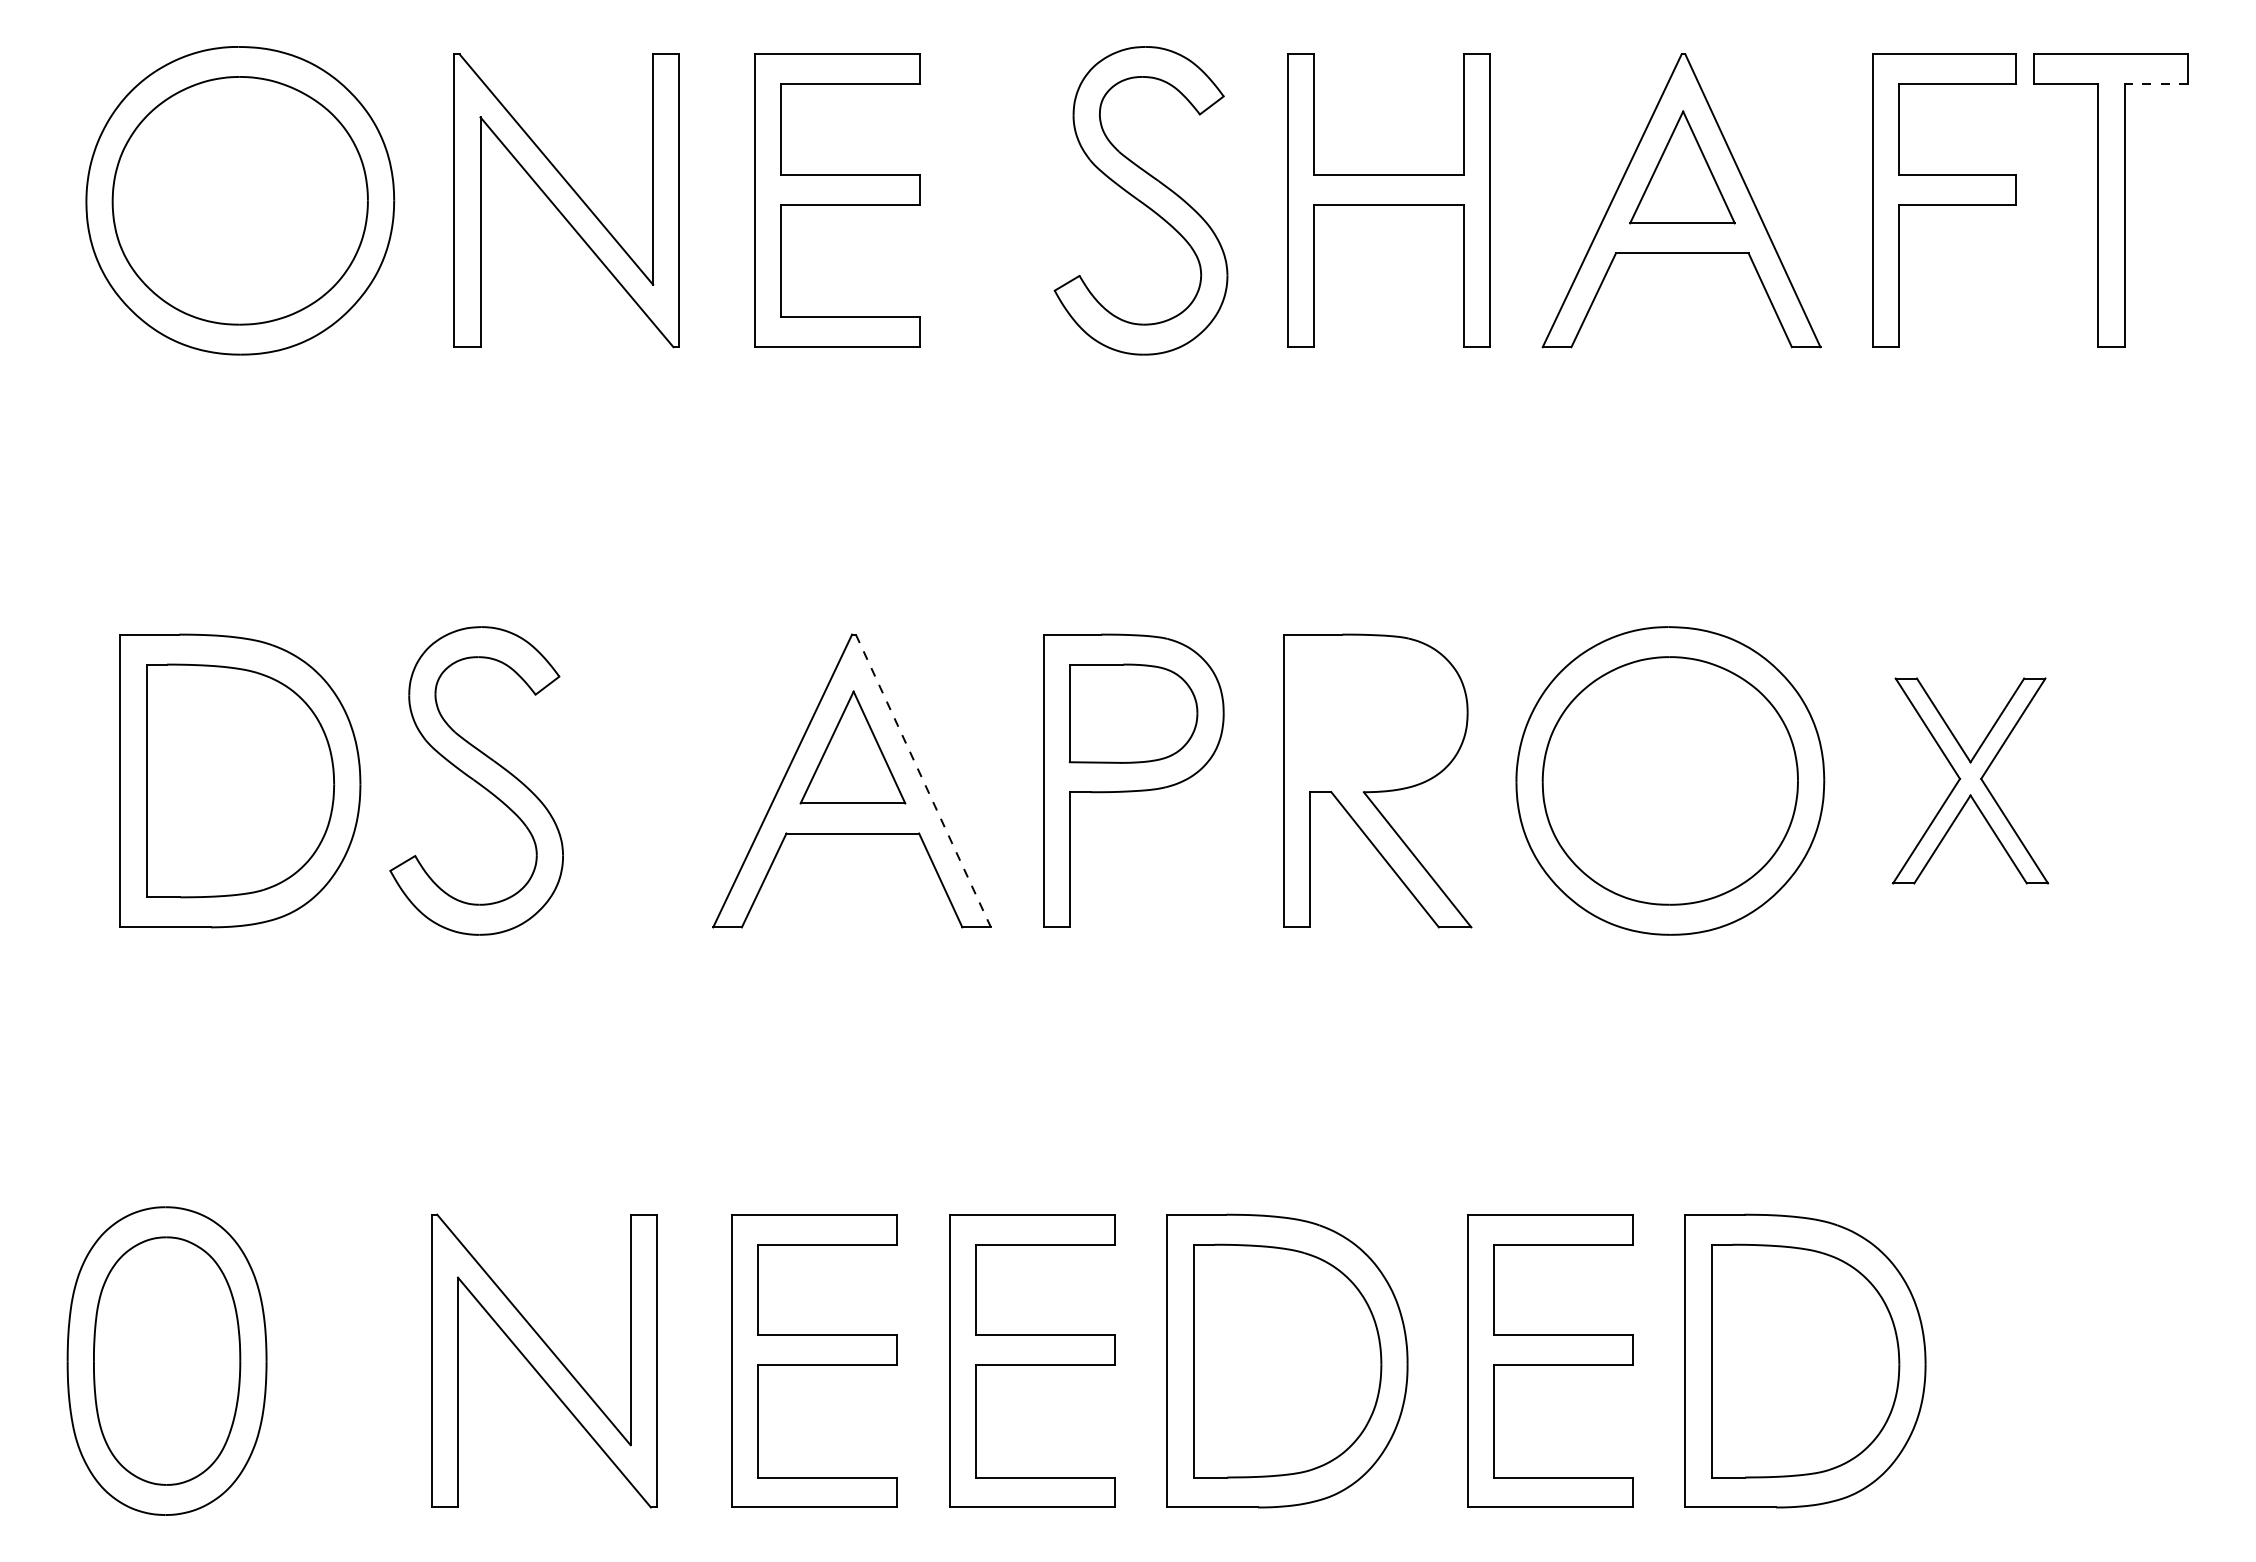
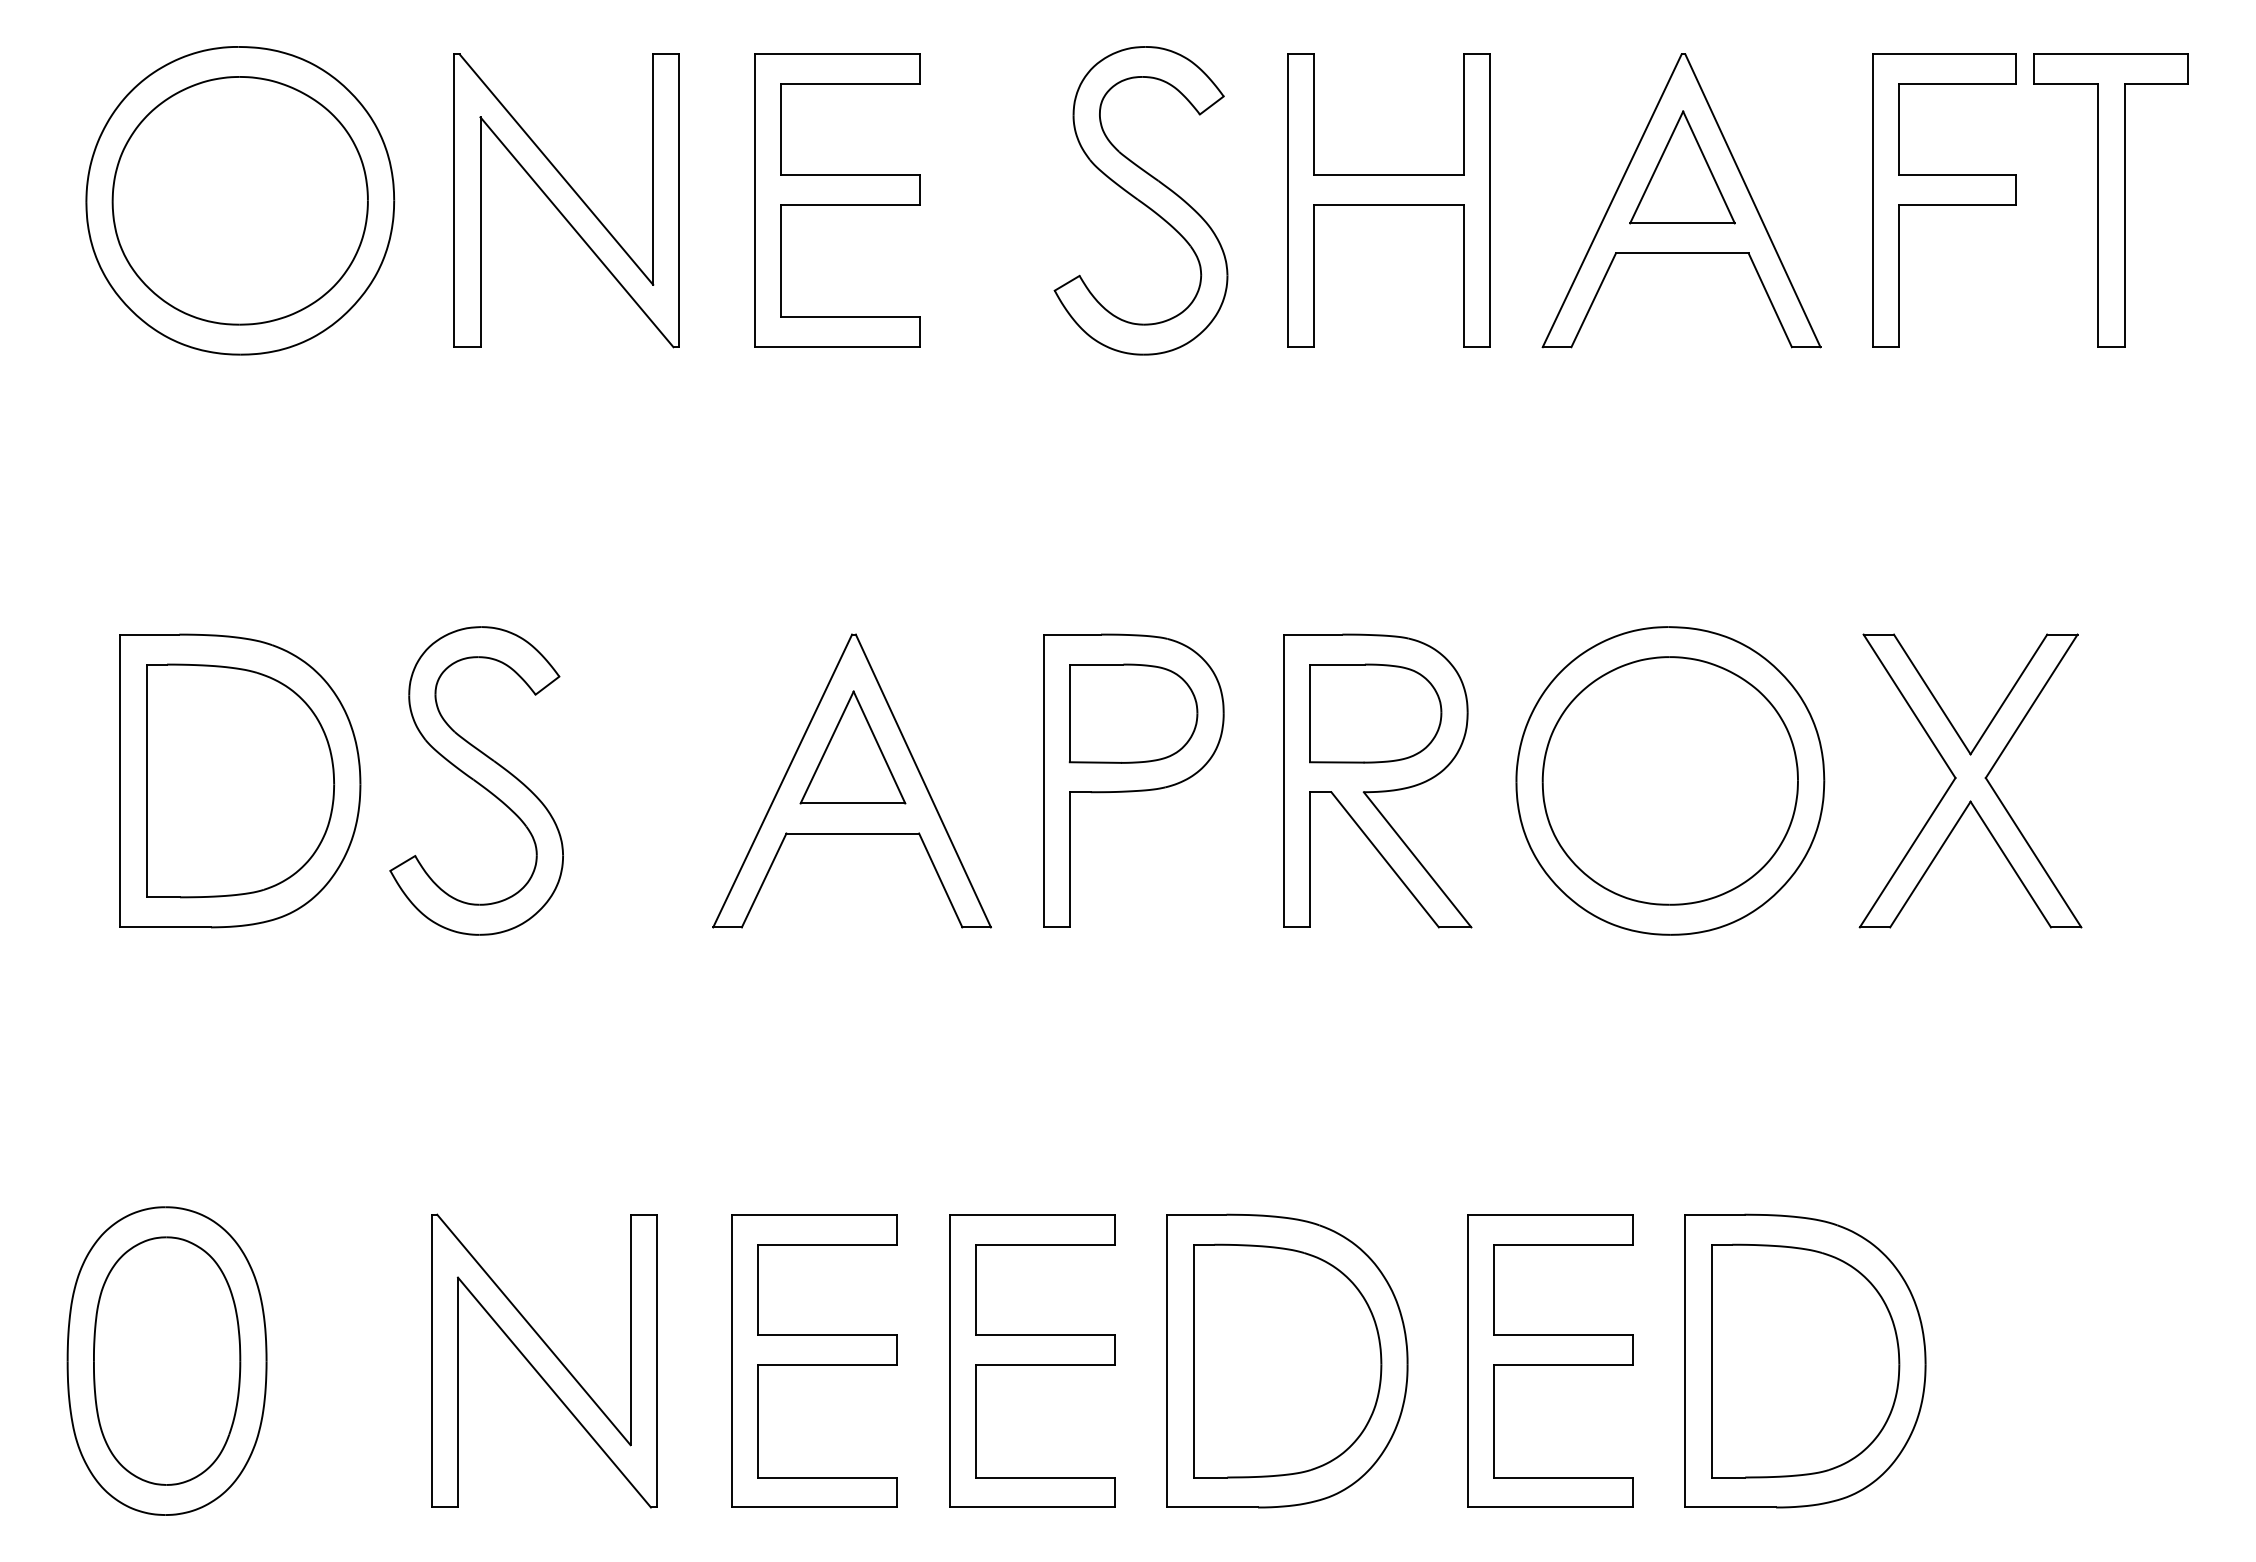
line at (2156, 84): dashed -> solid
part at (1375, 713): none -> present
part at (1970, 780) size: 158x208 px -> 225x296 px
line at (923, 781): dashed -> solid
